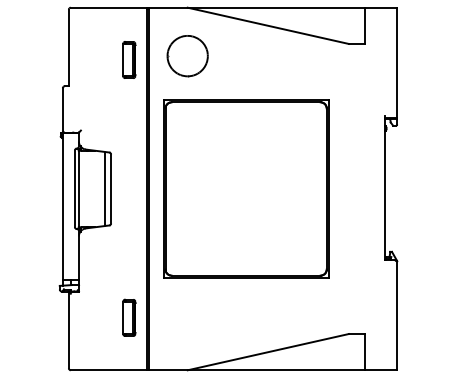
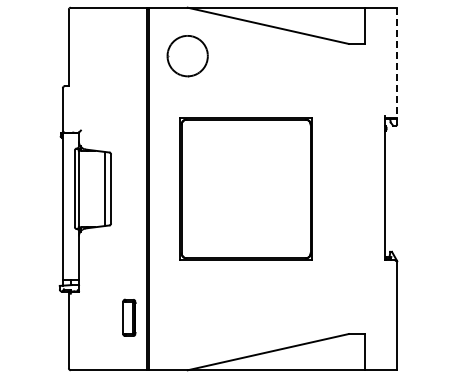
part at (129, 59): present -> none
line at (397, 66): solid -> dashed
part at (246, 188) size: 167x180 px -> 134x144 px
